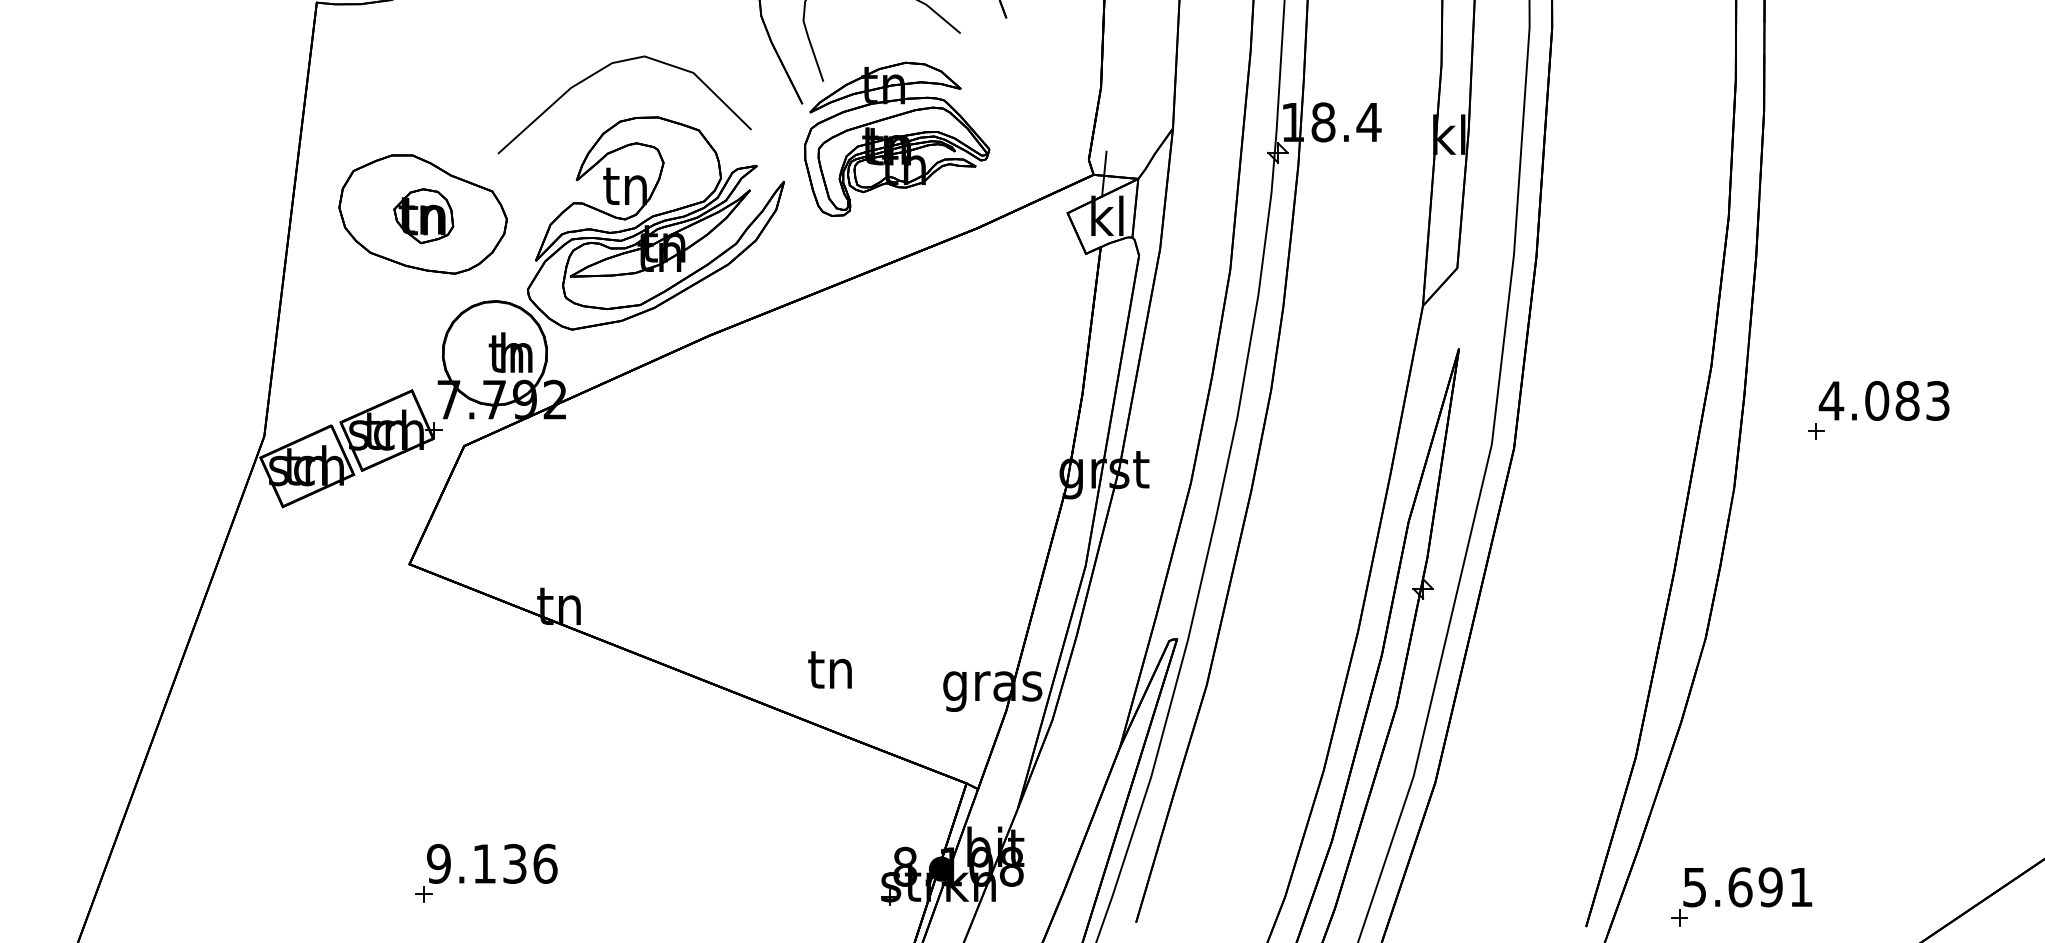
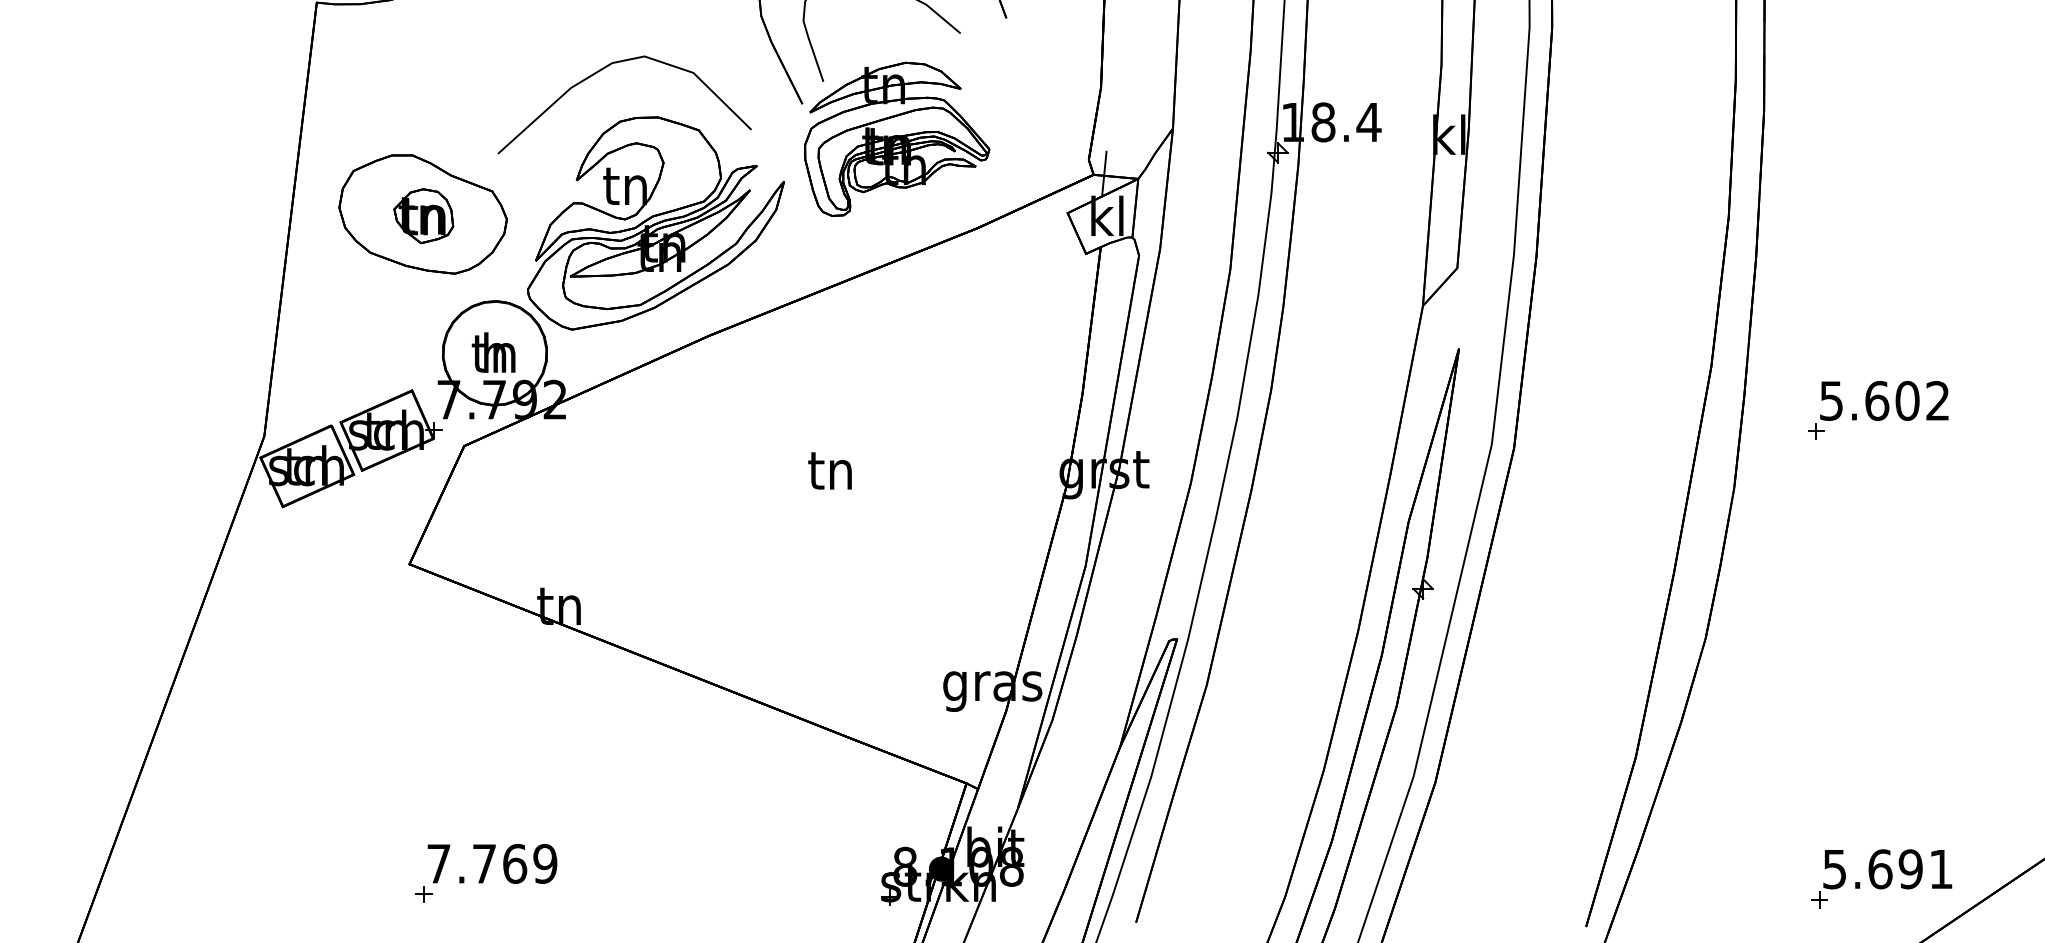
text at (510, 352) position: (510, 352) -> (493, 352)
text at (1883, 400): 4.083 -> 5.602
text at (829, 669) position: (829, 669) -> (829, 470)
text at (491, 863): 9.136 -> 7.769
part at (1741, 896) position: (1741, 896) -> (1881, 878)
